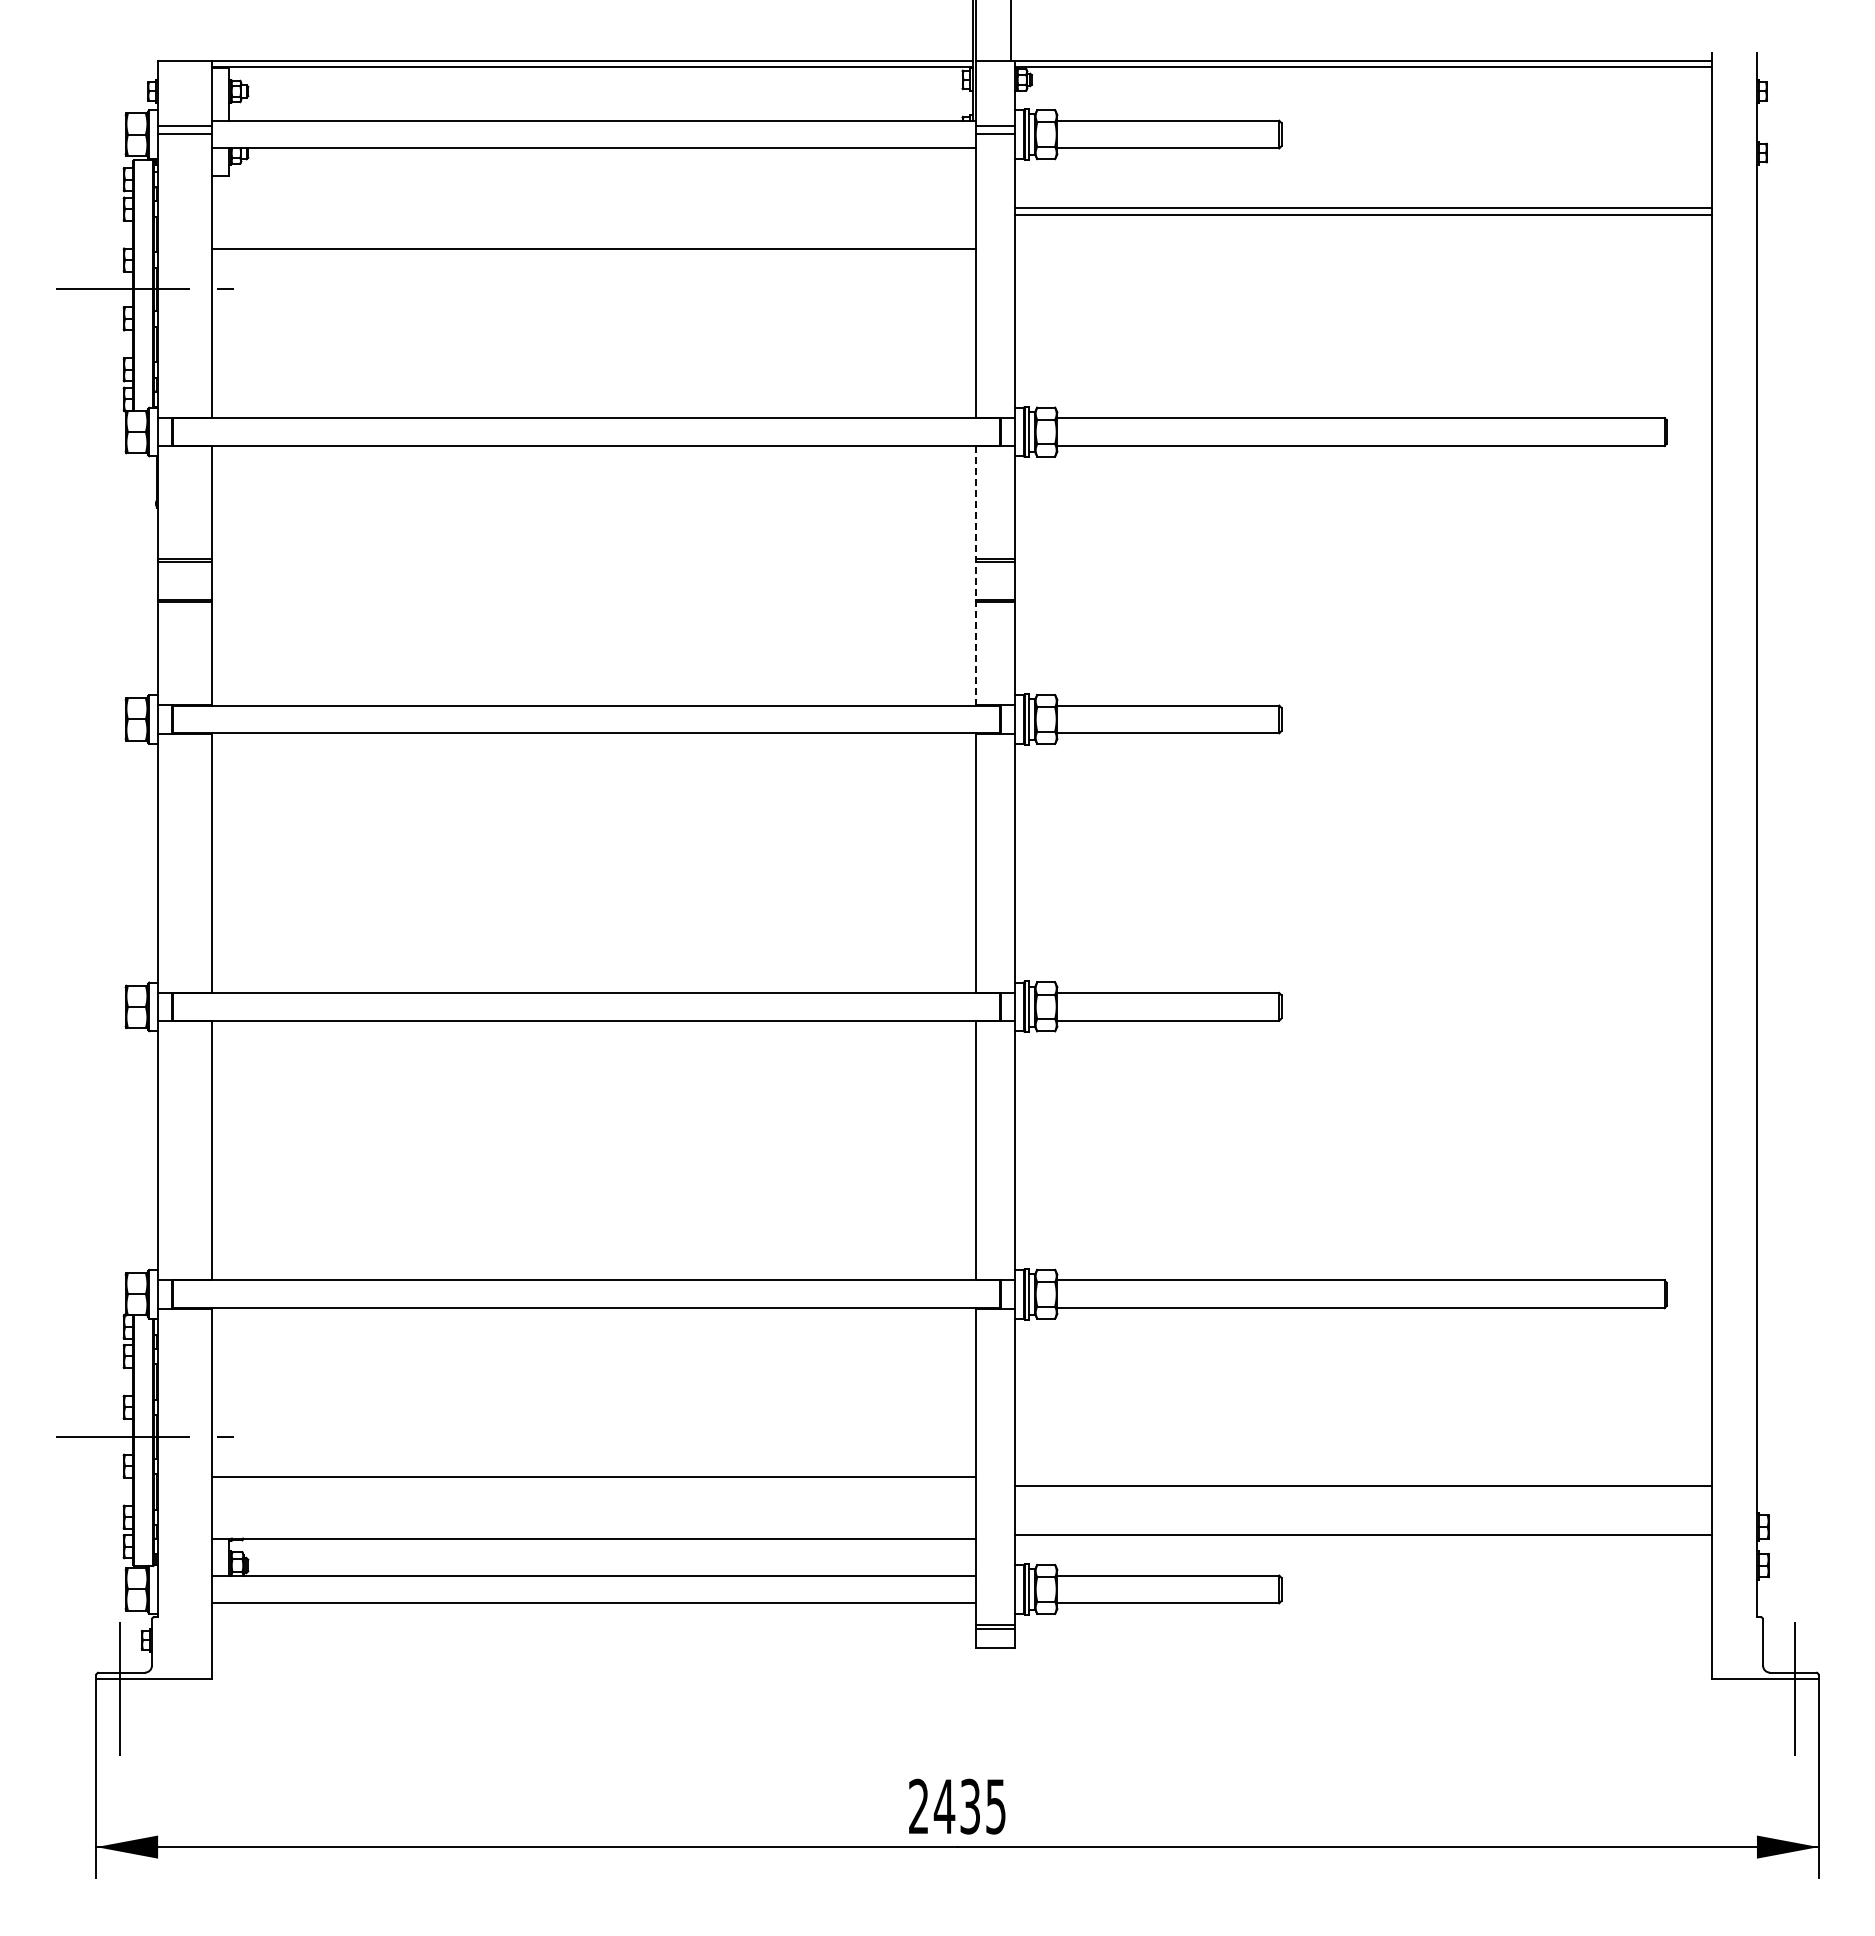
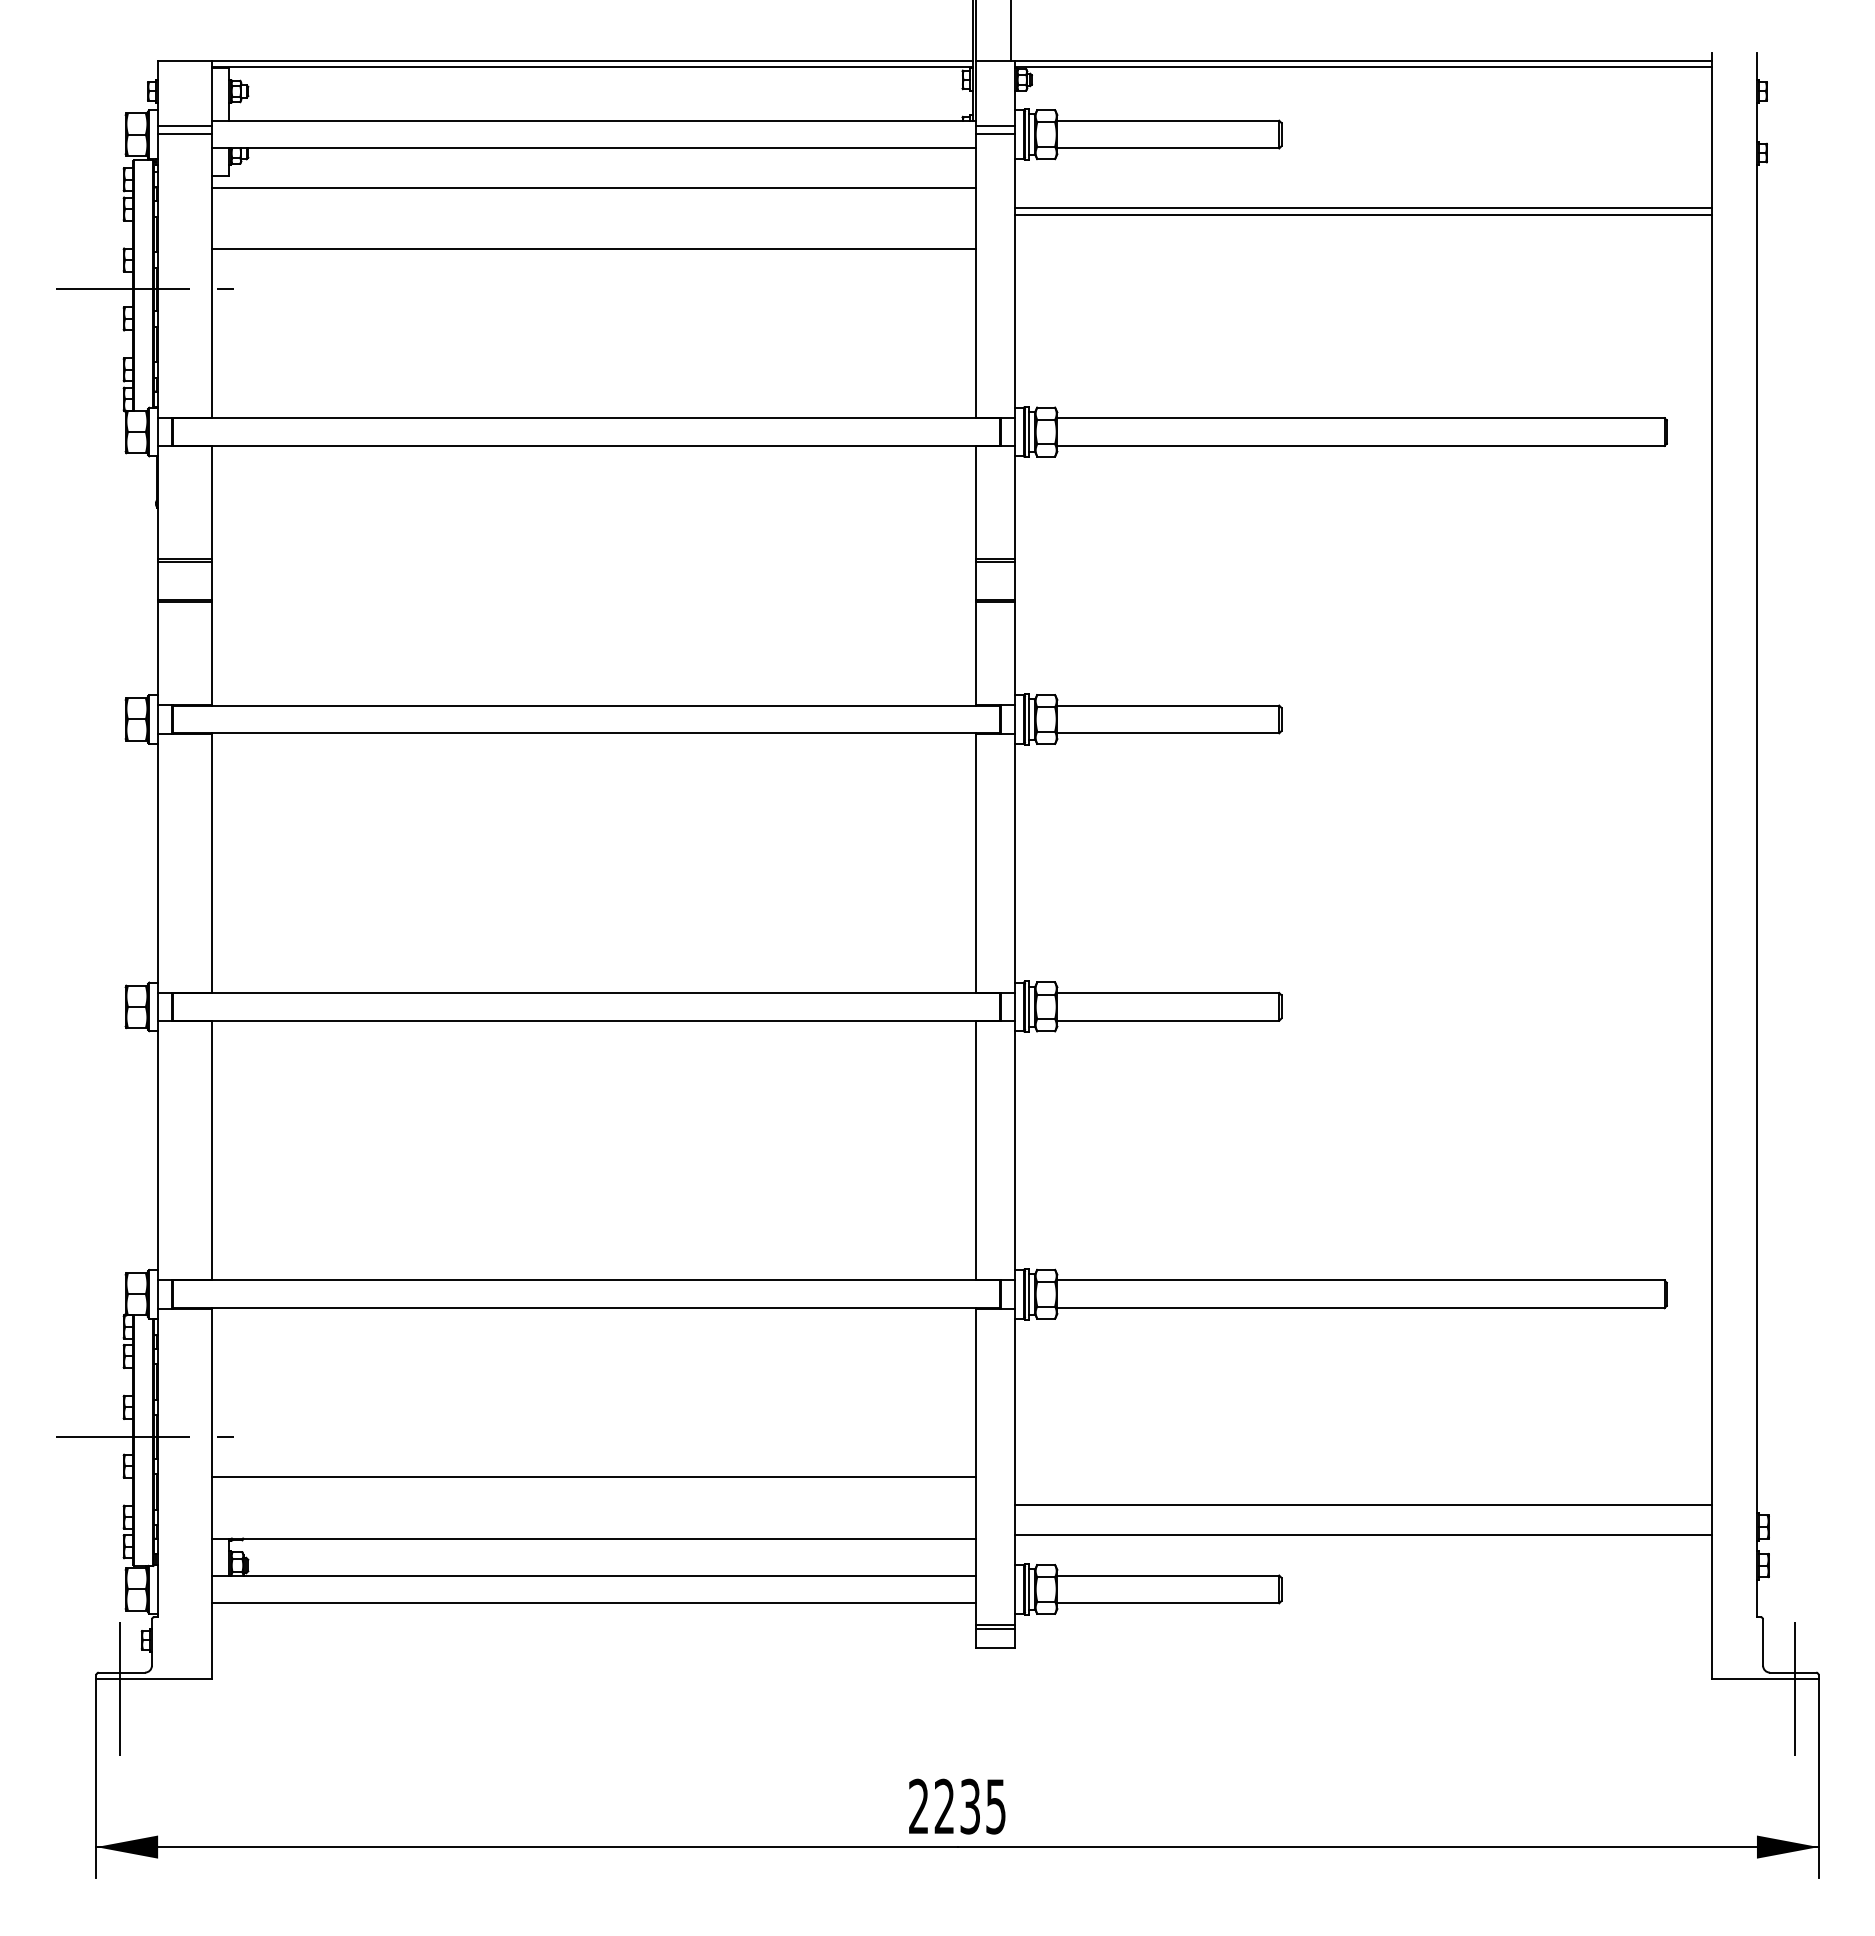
line at (594, 187): none -> present
line at (976, 575): dashed -> solid
line at (1363, 1485) position: (1363, 1485) -> (1363, 1504)
text at (944, 1805): 2435 -> 2235
